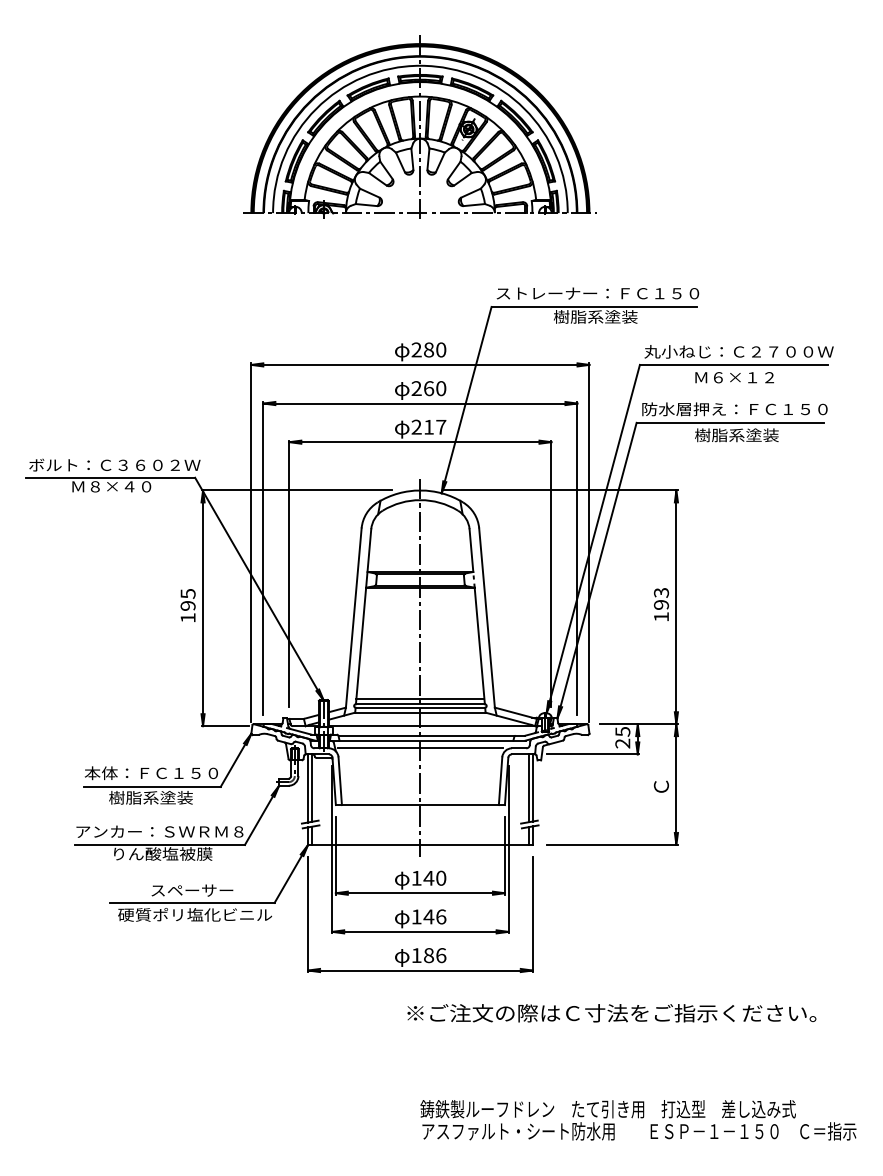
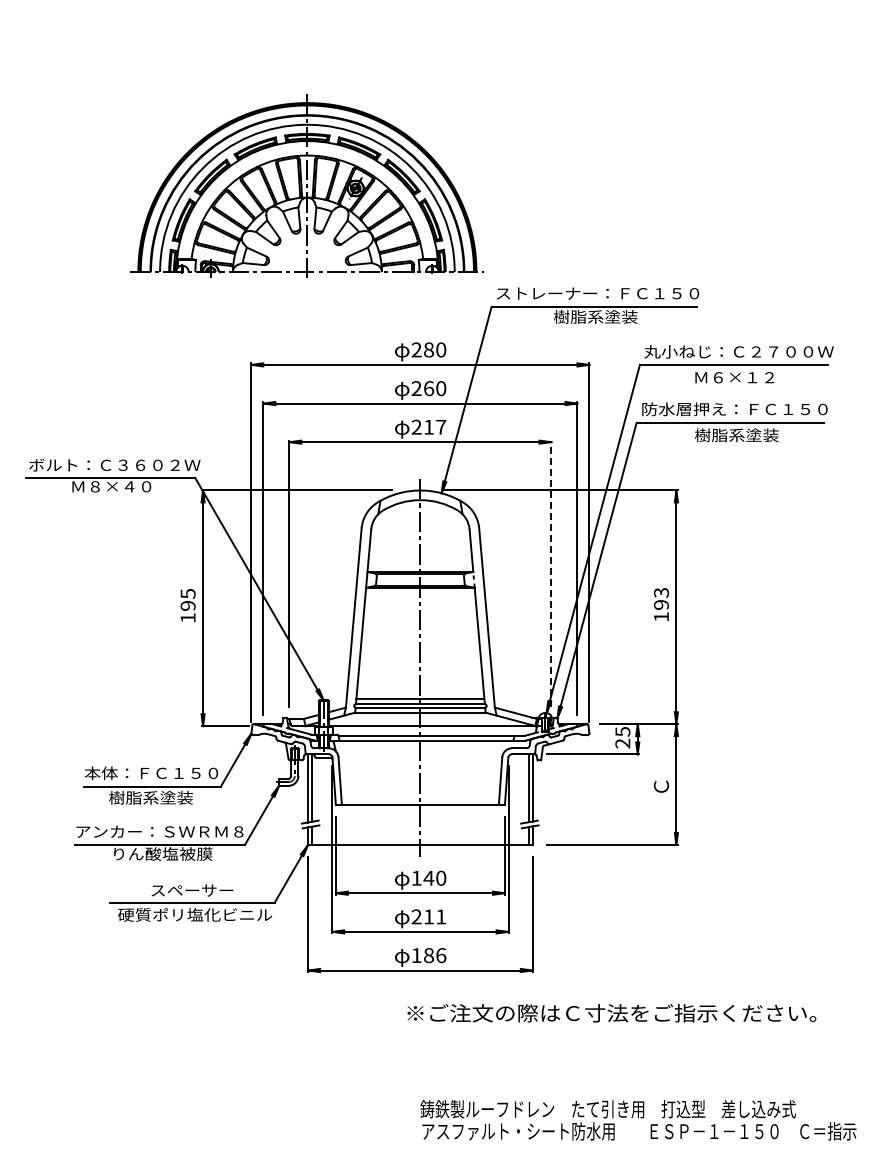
part at (419, 126) position: (419, 126) -> (306, 185)
line at (551, 573): solid -> dashed
line at (419, 748): present -> none
text at (428, 916): 146 -> 211
